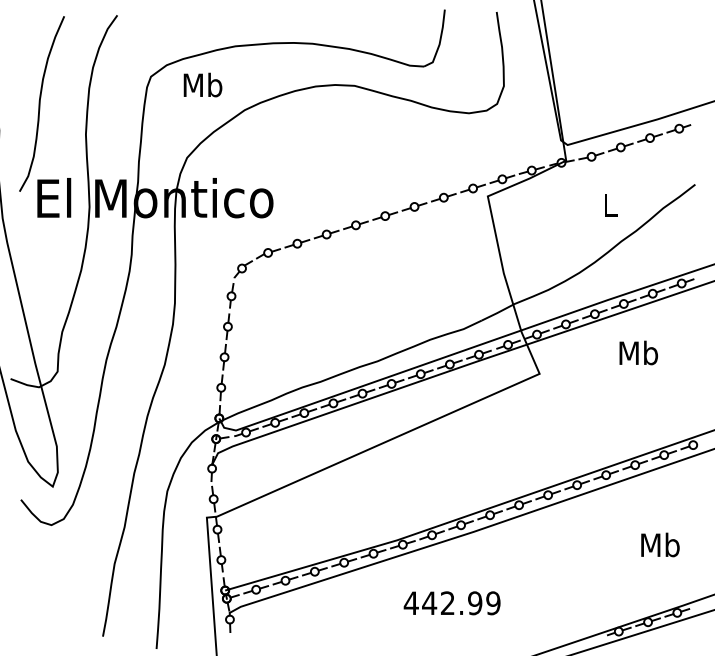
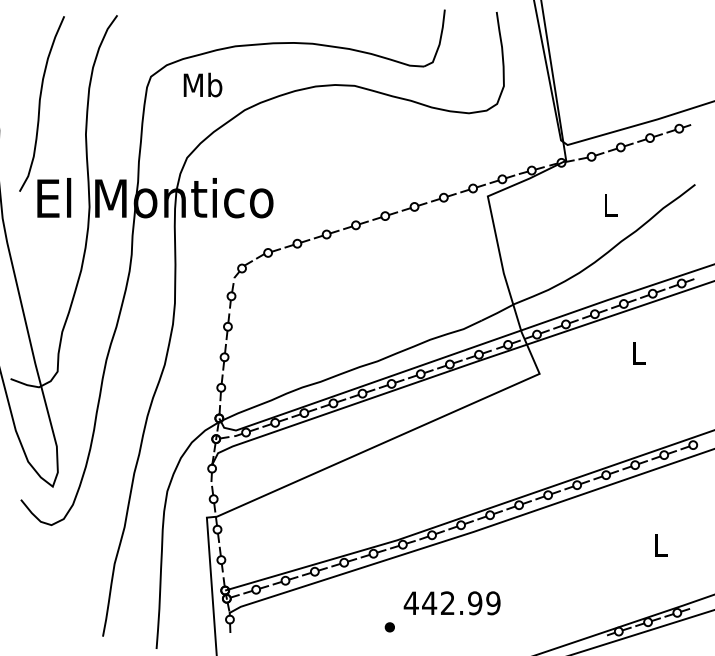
text at (638, 352): Mb -> L
text at (660, 544): Mb -> L
part at (389, 627): none -> present
